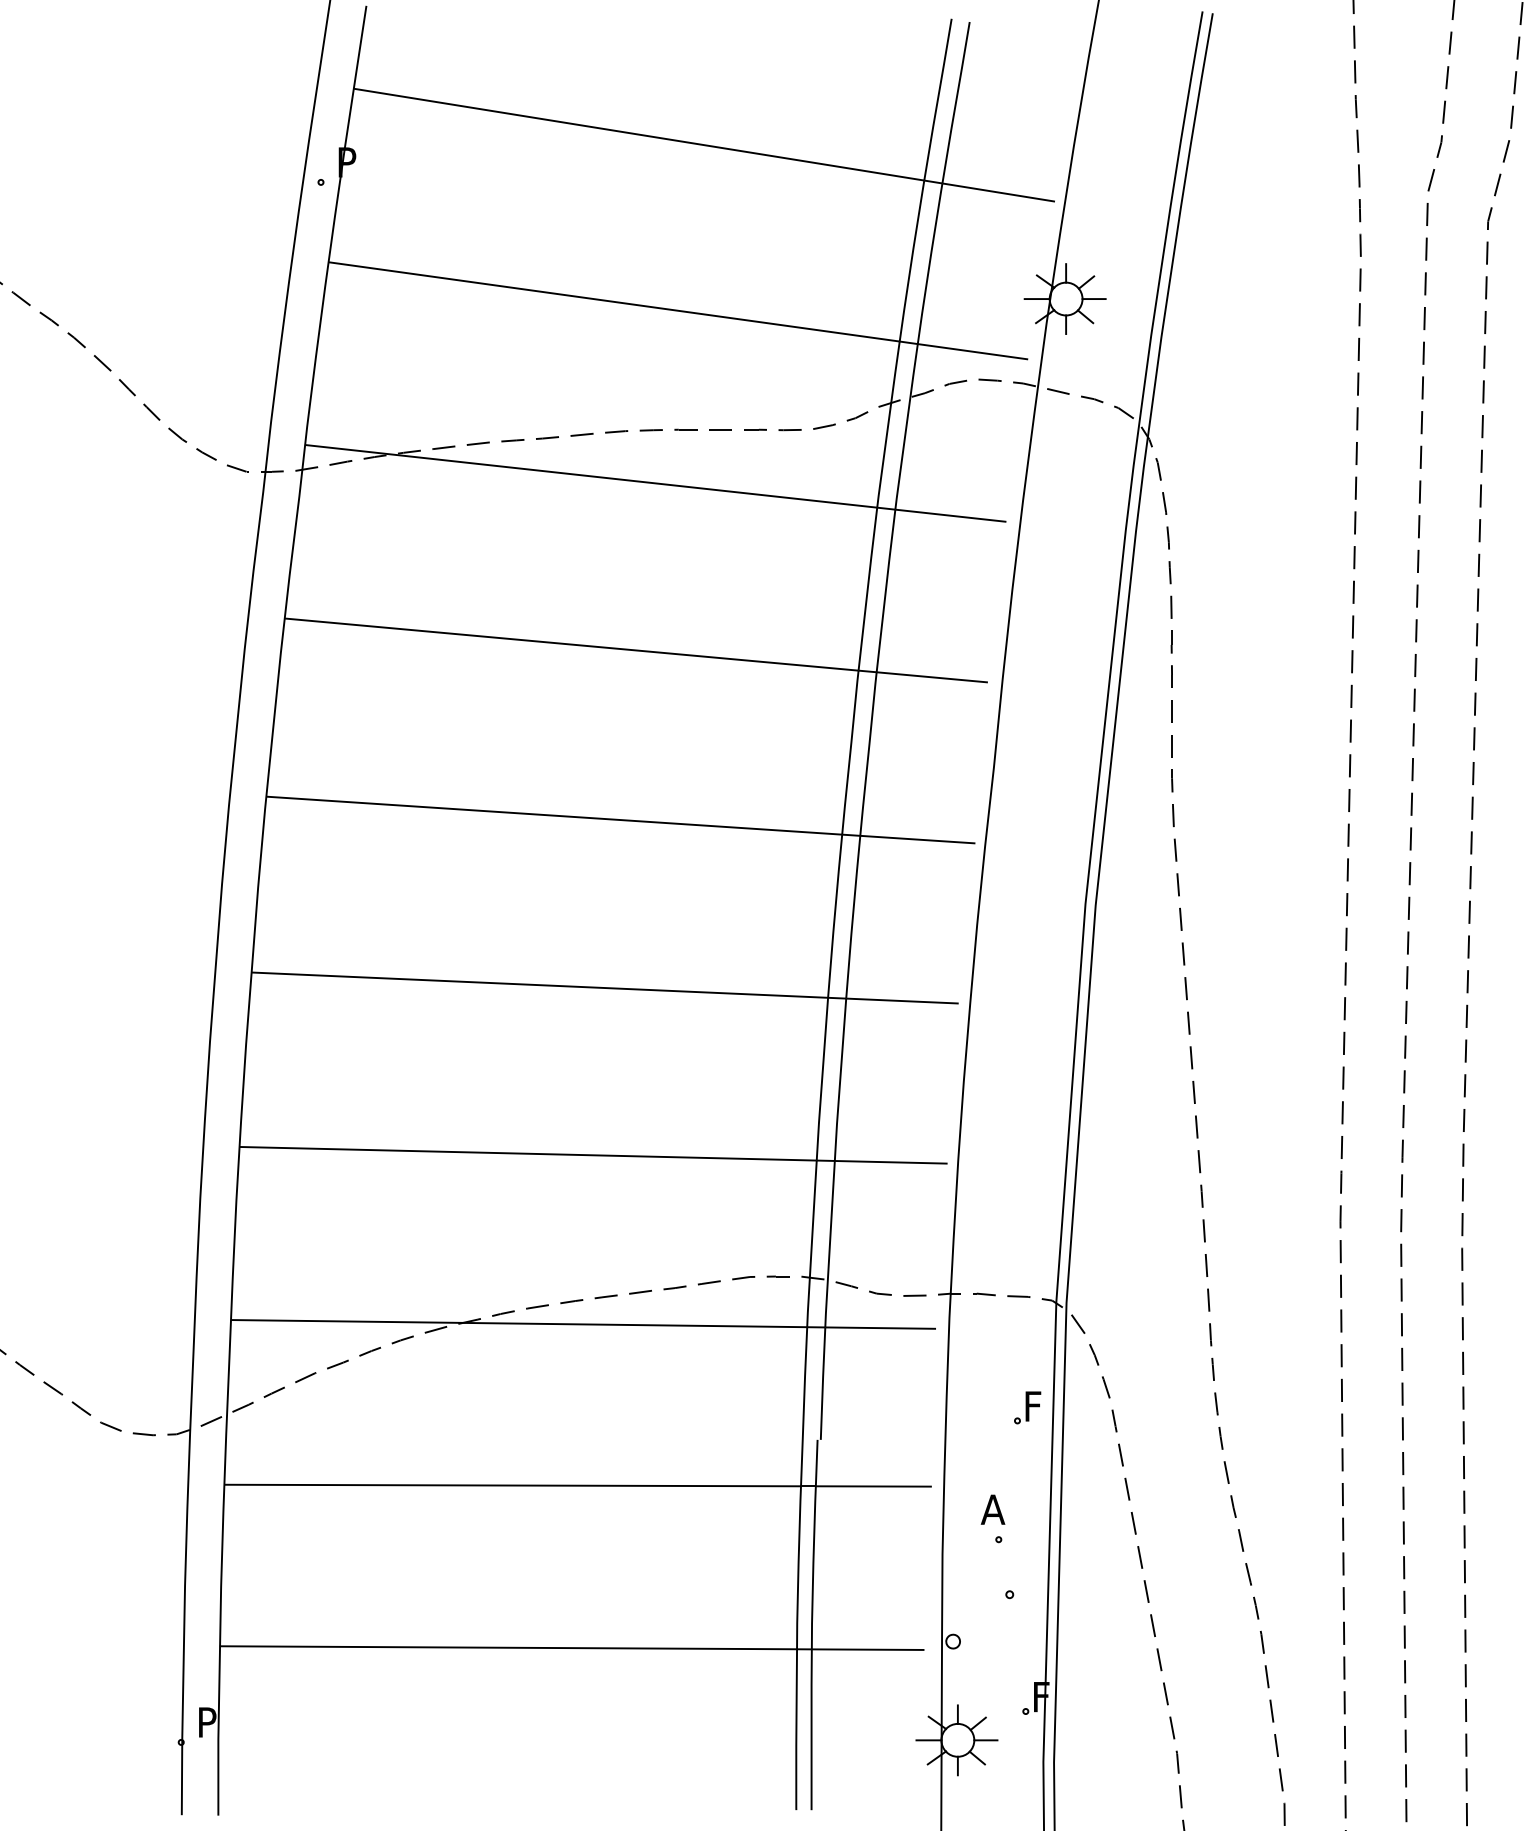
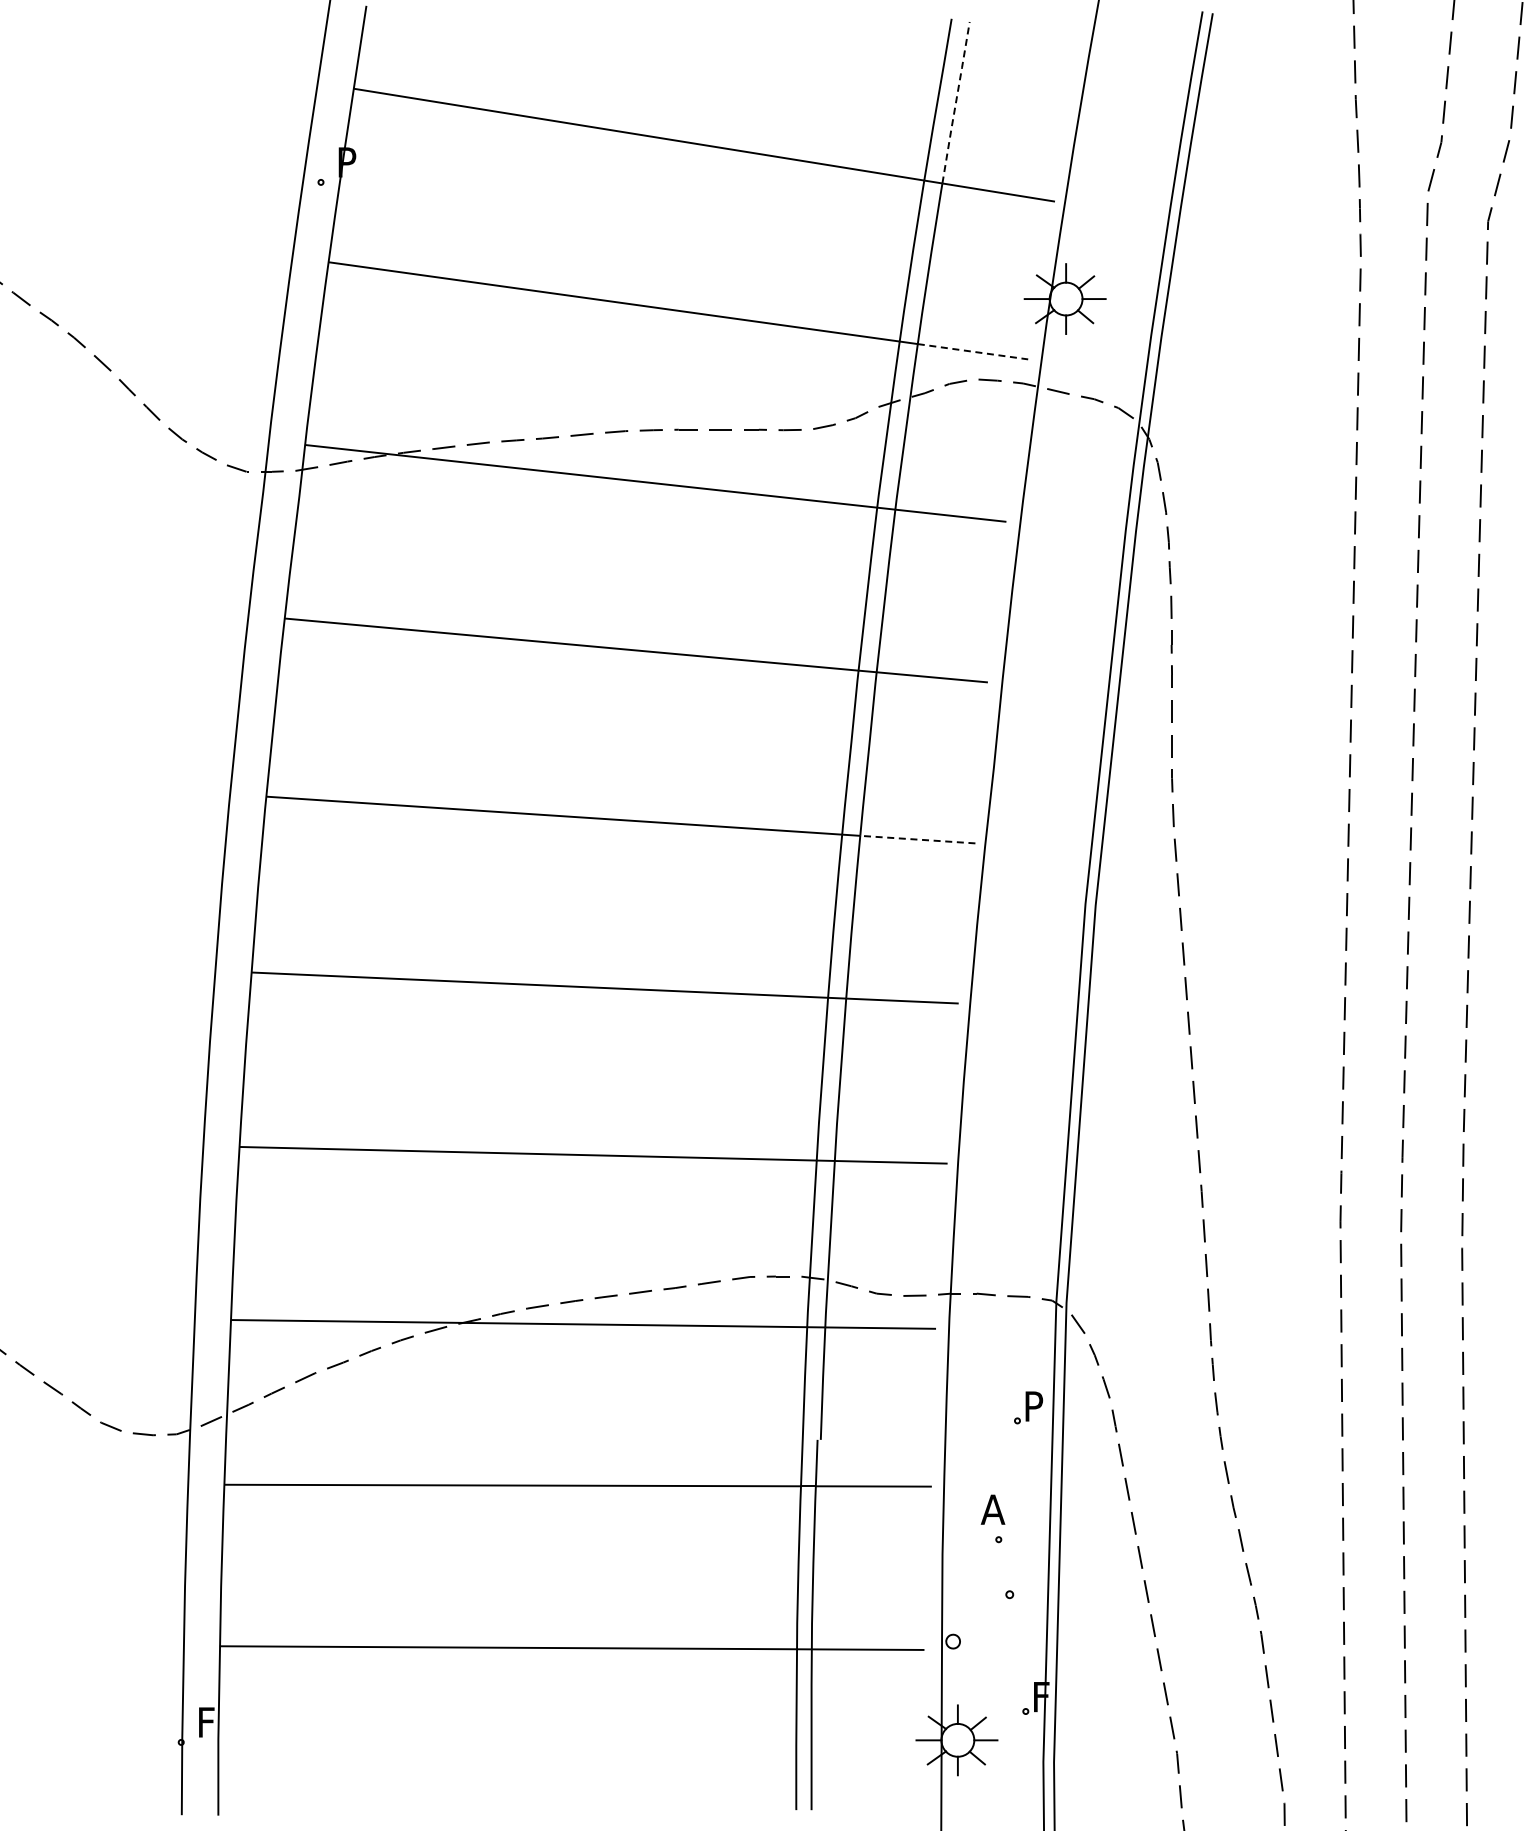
line at (956, 102): solid -> dashed
line at (972, 351): solid -> dashed
line at (917, 839): solid -> dashed
text at (1036, 1400): F -> P
text at (209, 1716): P -> F
